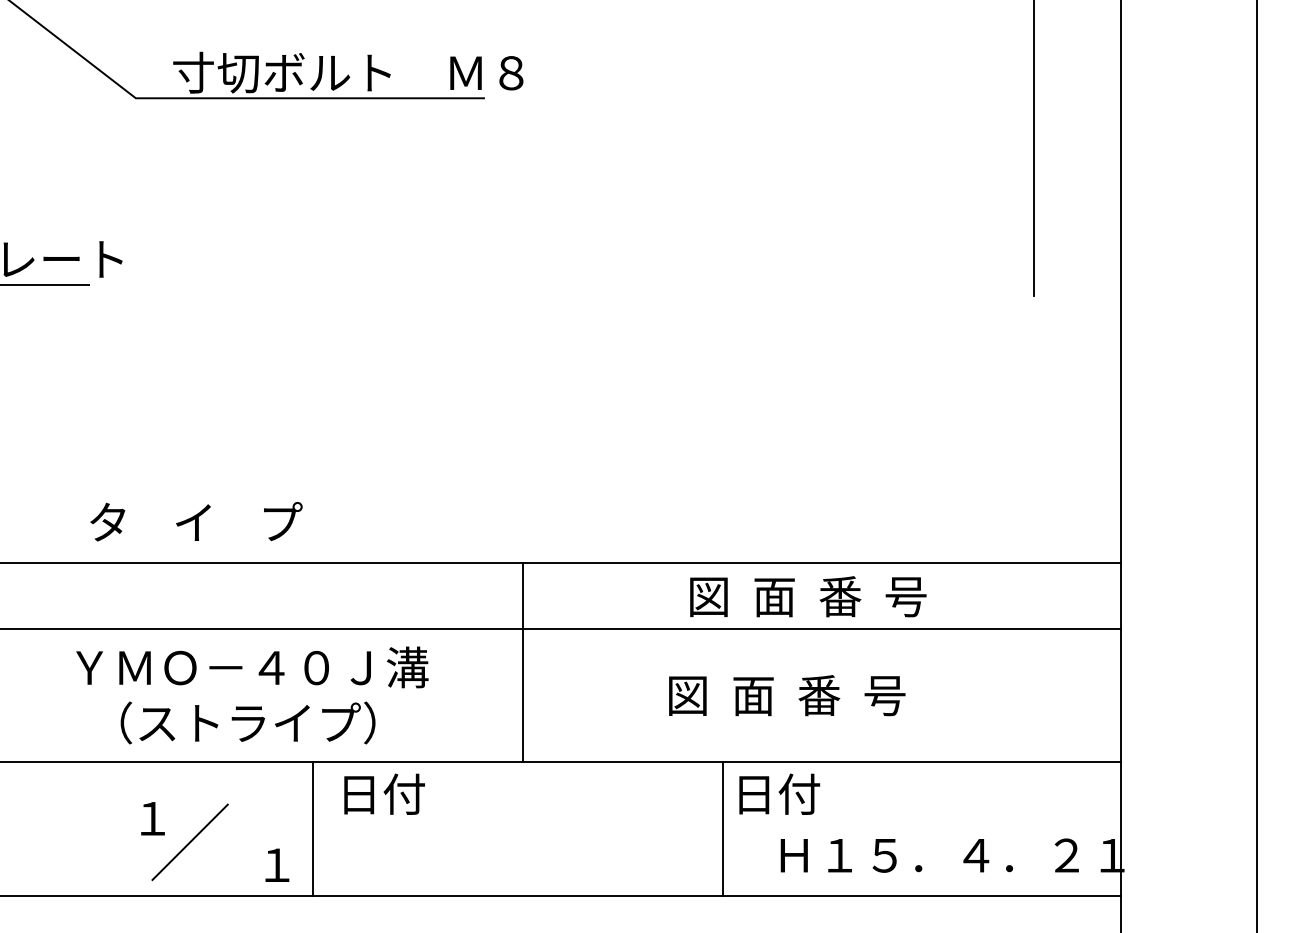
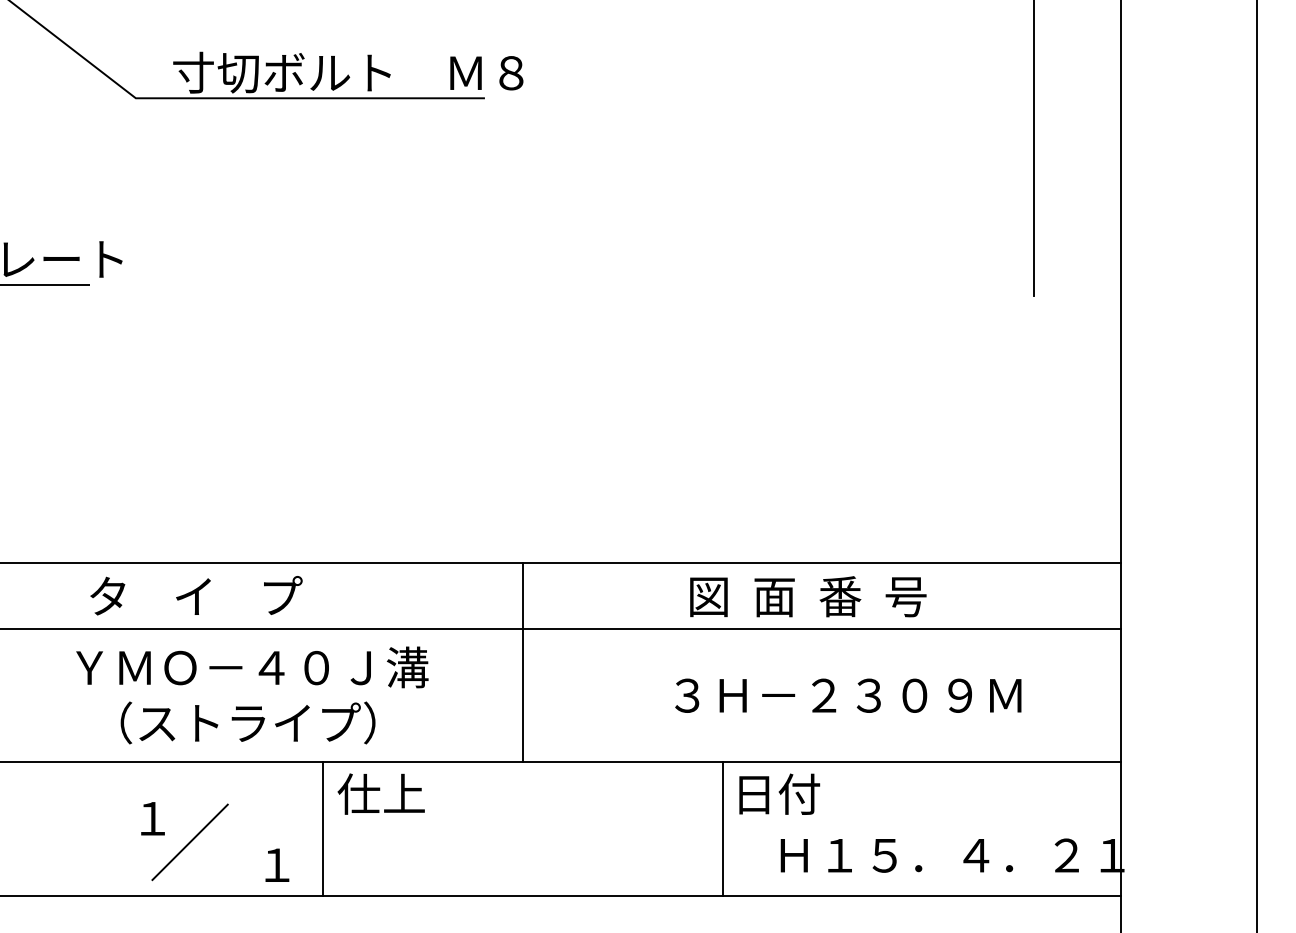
text at (196, 521) position: (196, 521) -> (196, 595)
text at (845, 695): 図  面  番  号 -> ３Ｈ－２３０９Ｍ
text at (380, 793): 日付 -> 仕上
line at (313, 828) position: (313, 828) -> (323, 828)
